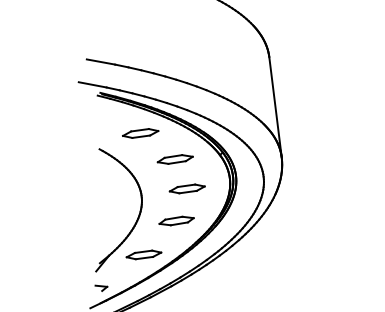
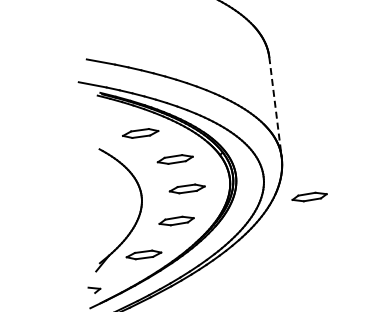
line at (275, 107): solid -> dashed
part at (309, 196): none -> present
part at (101, 287) position: (101, 287) -> (94, 289)
